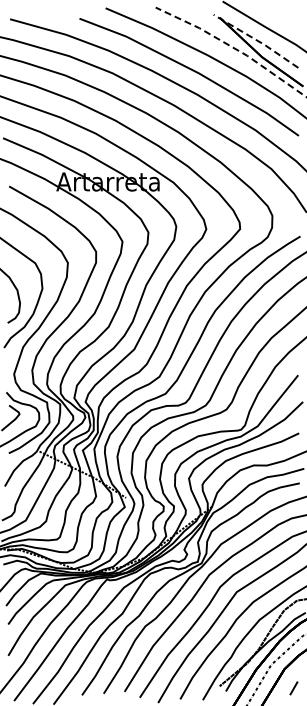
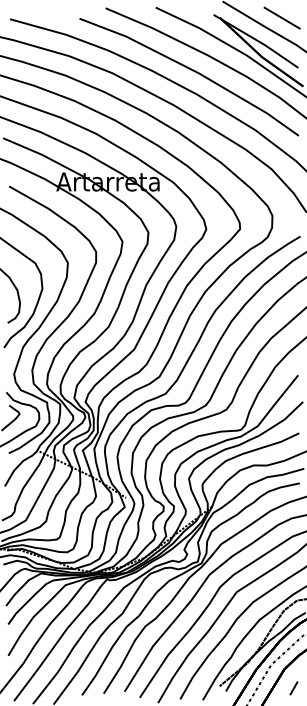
line at (281, 17): none -> present
line at (257, 40): dashed -> solid
line at (233, 47): dashed -> solid
